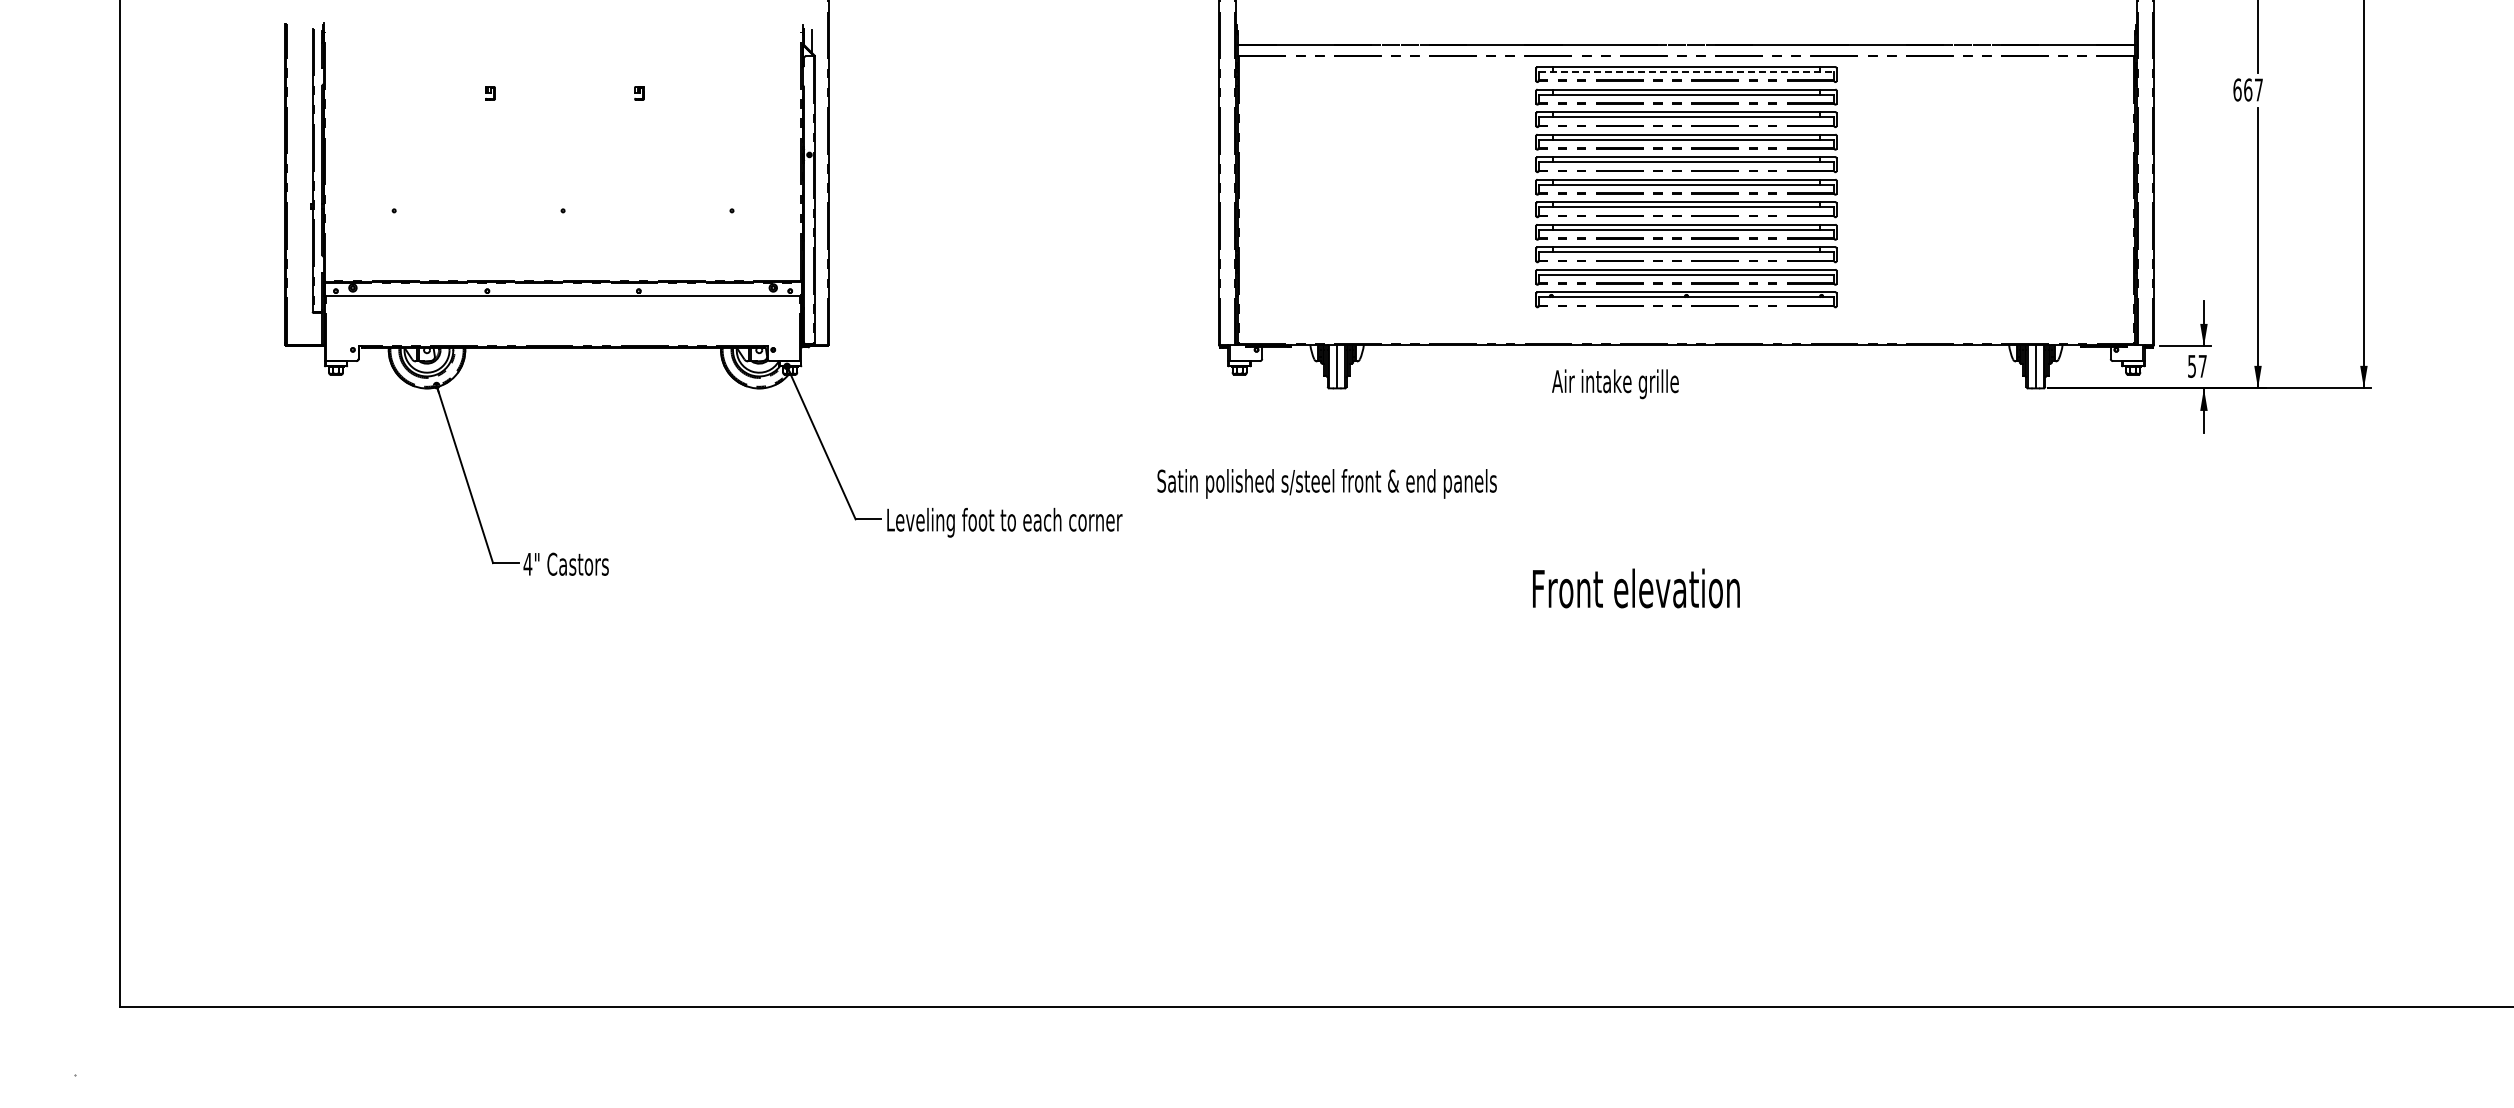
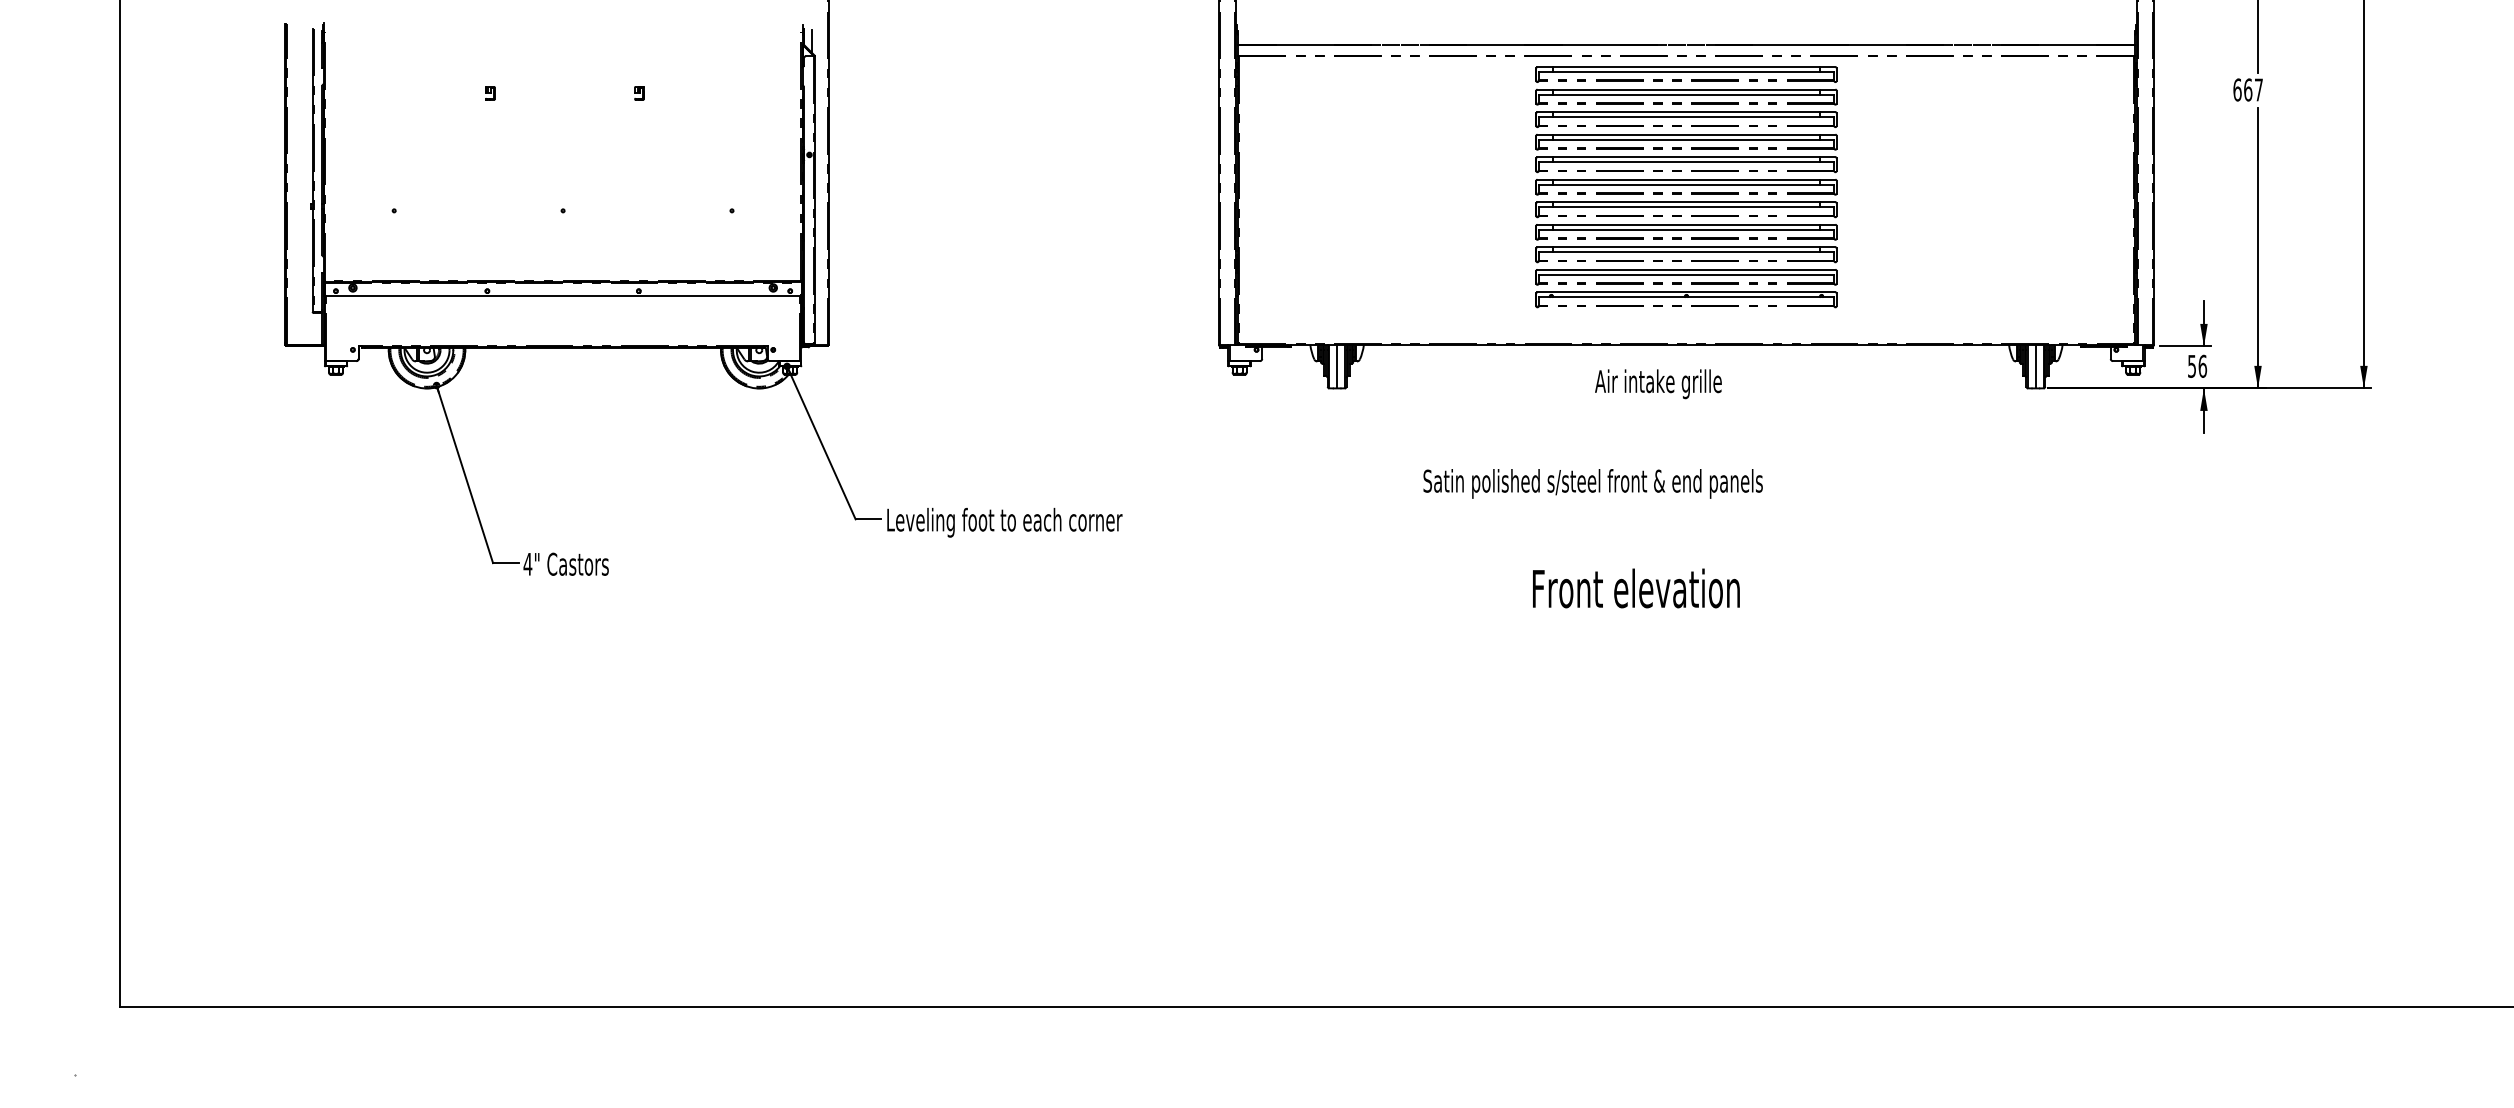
line at (1686, 72): dashed -> solid
text at (2202, 365): 57 -> 56
text at (1615, 384) position: (1615, 384) -> (1658, 384)
text at (1326, 483) position: (1326, 483) -> (1592, 483)
